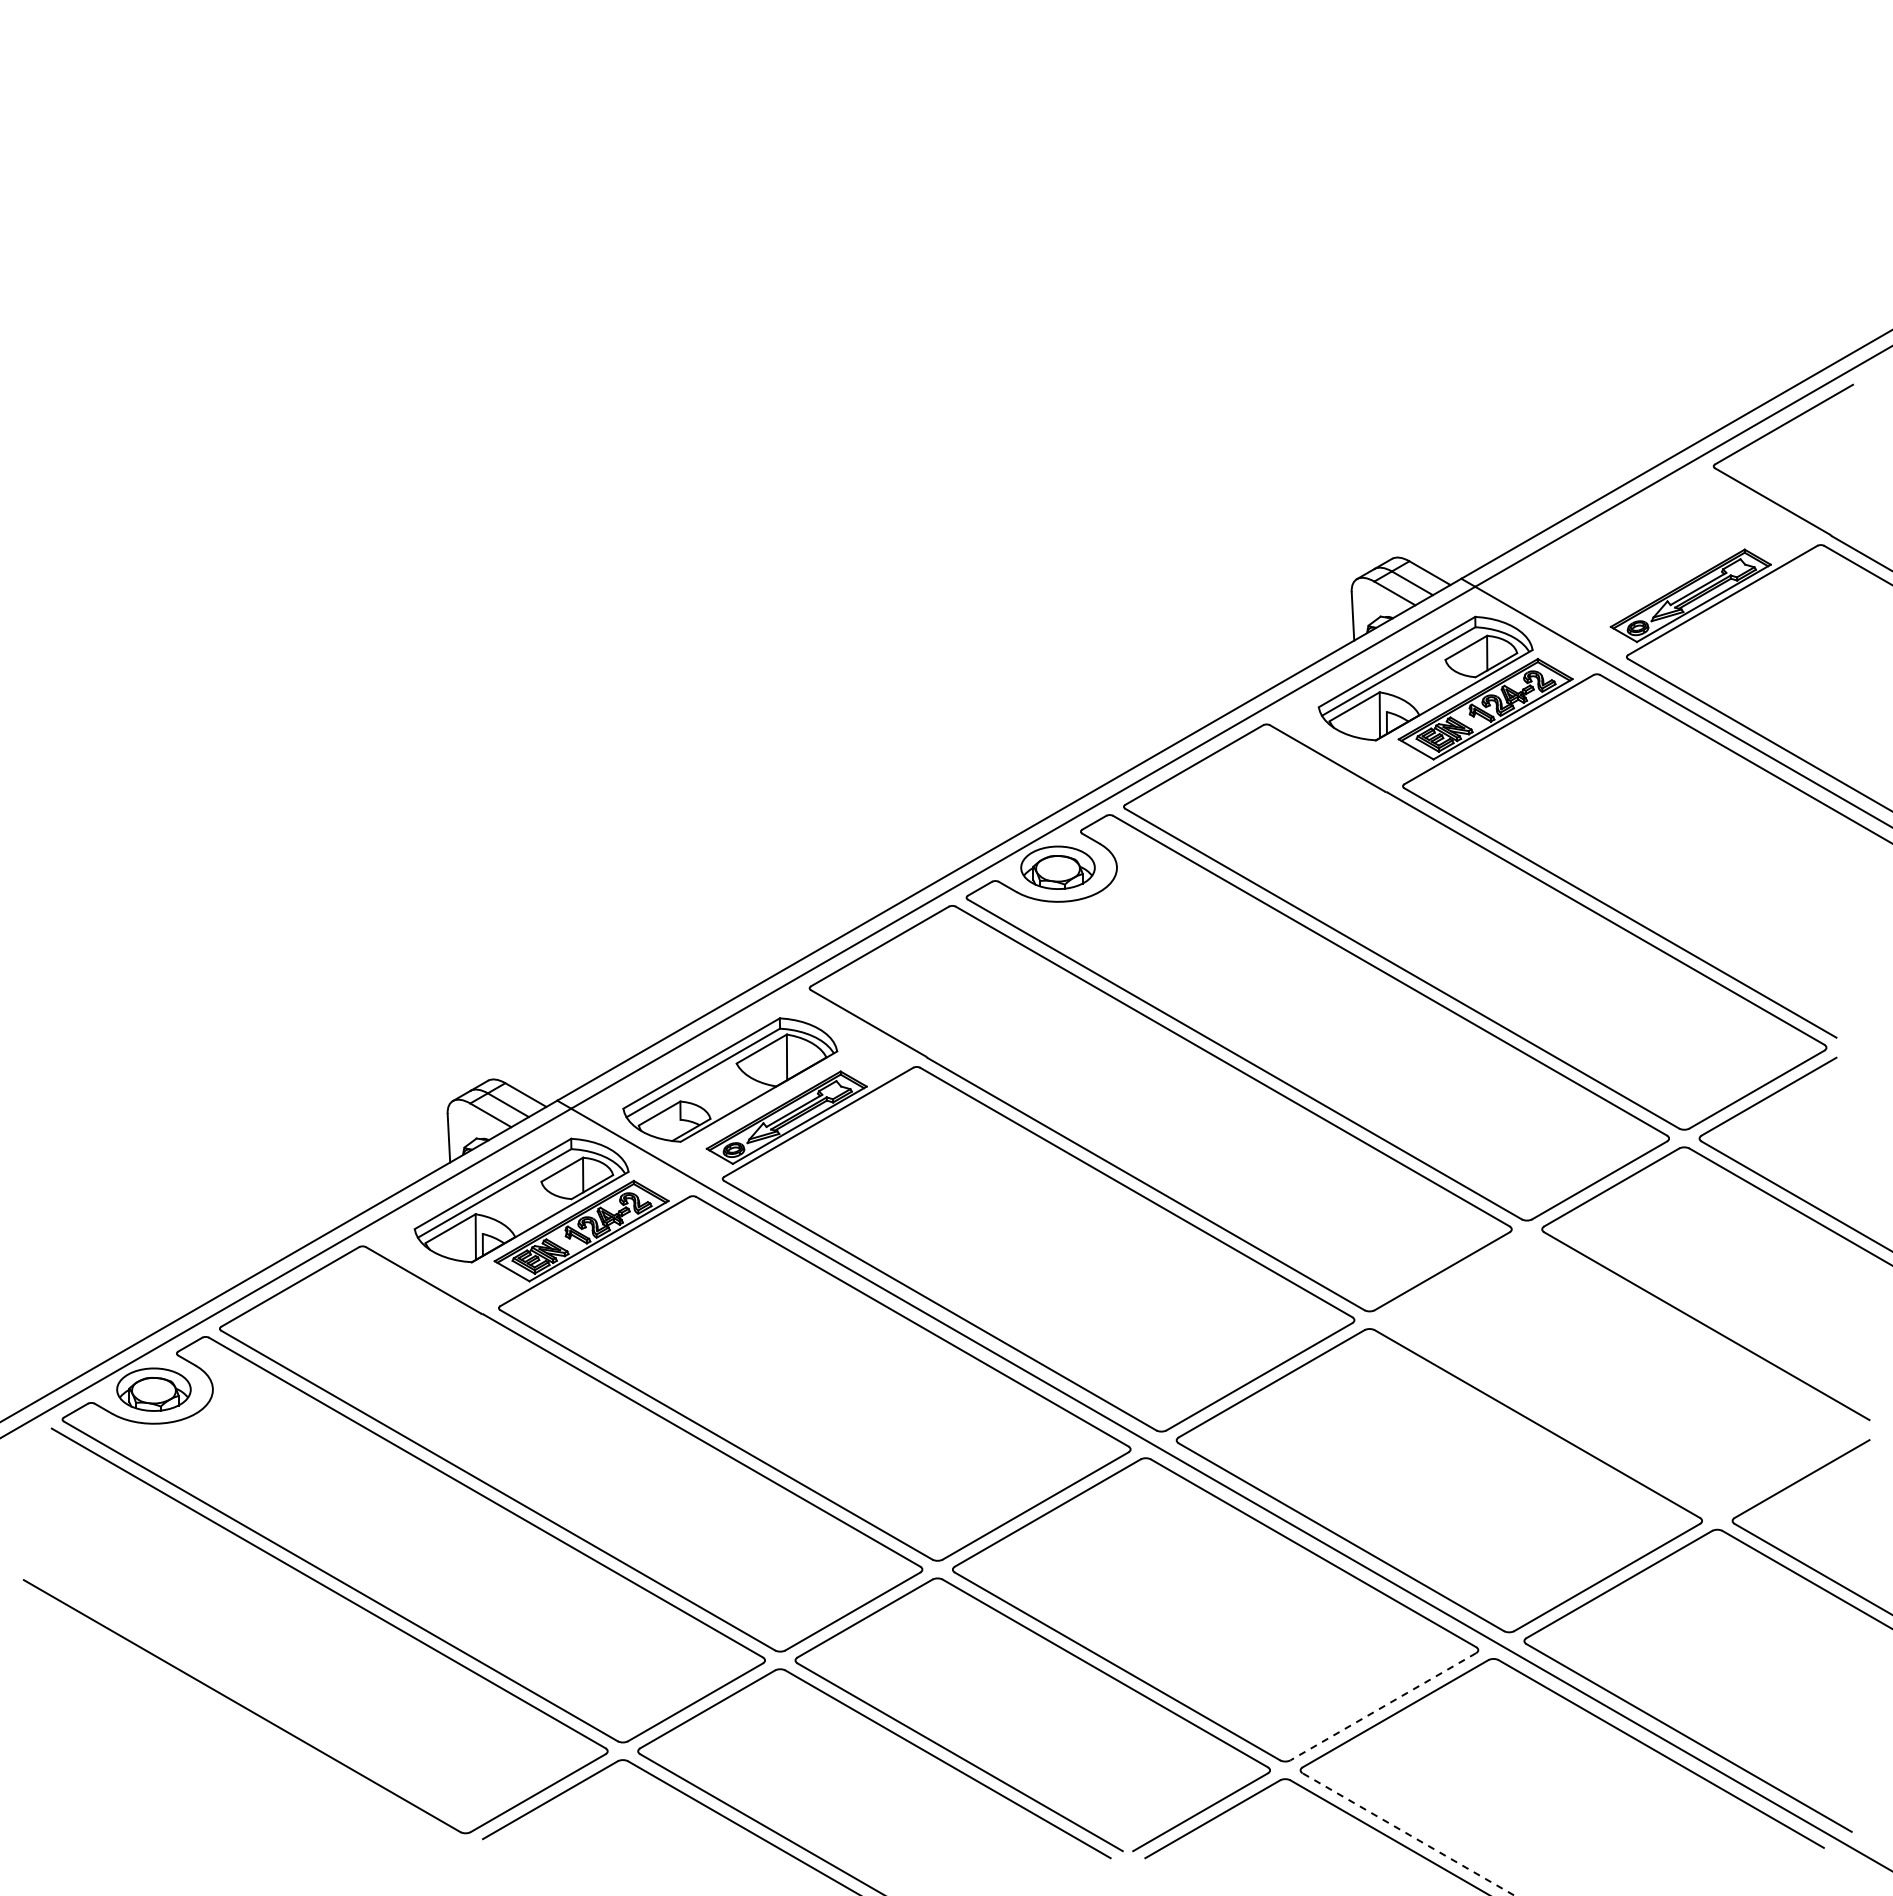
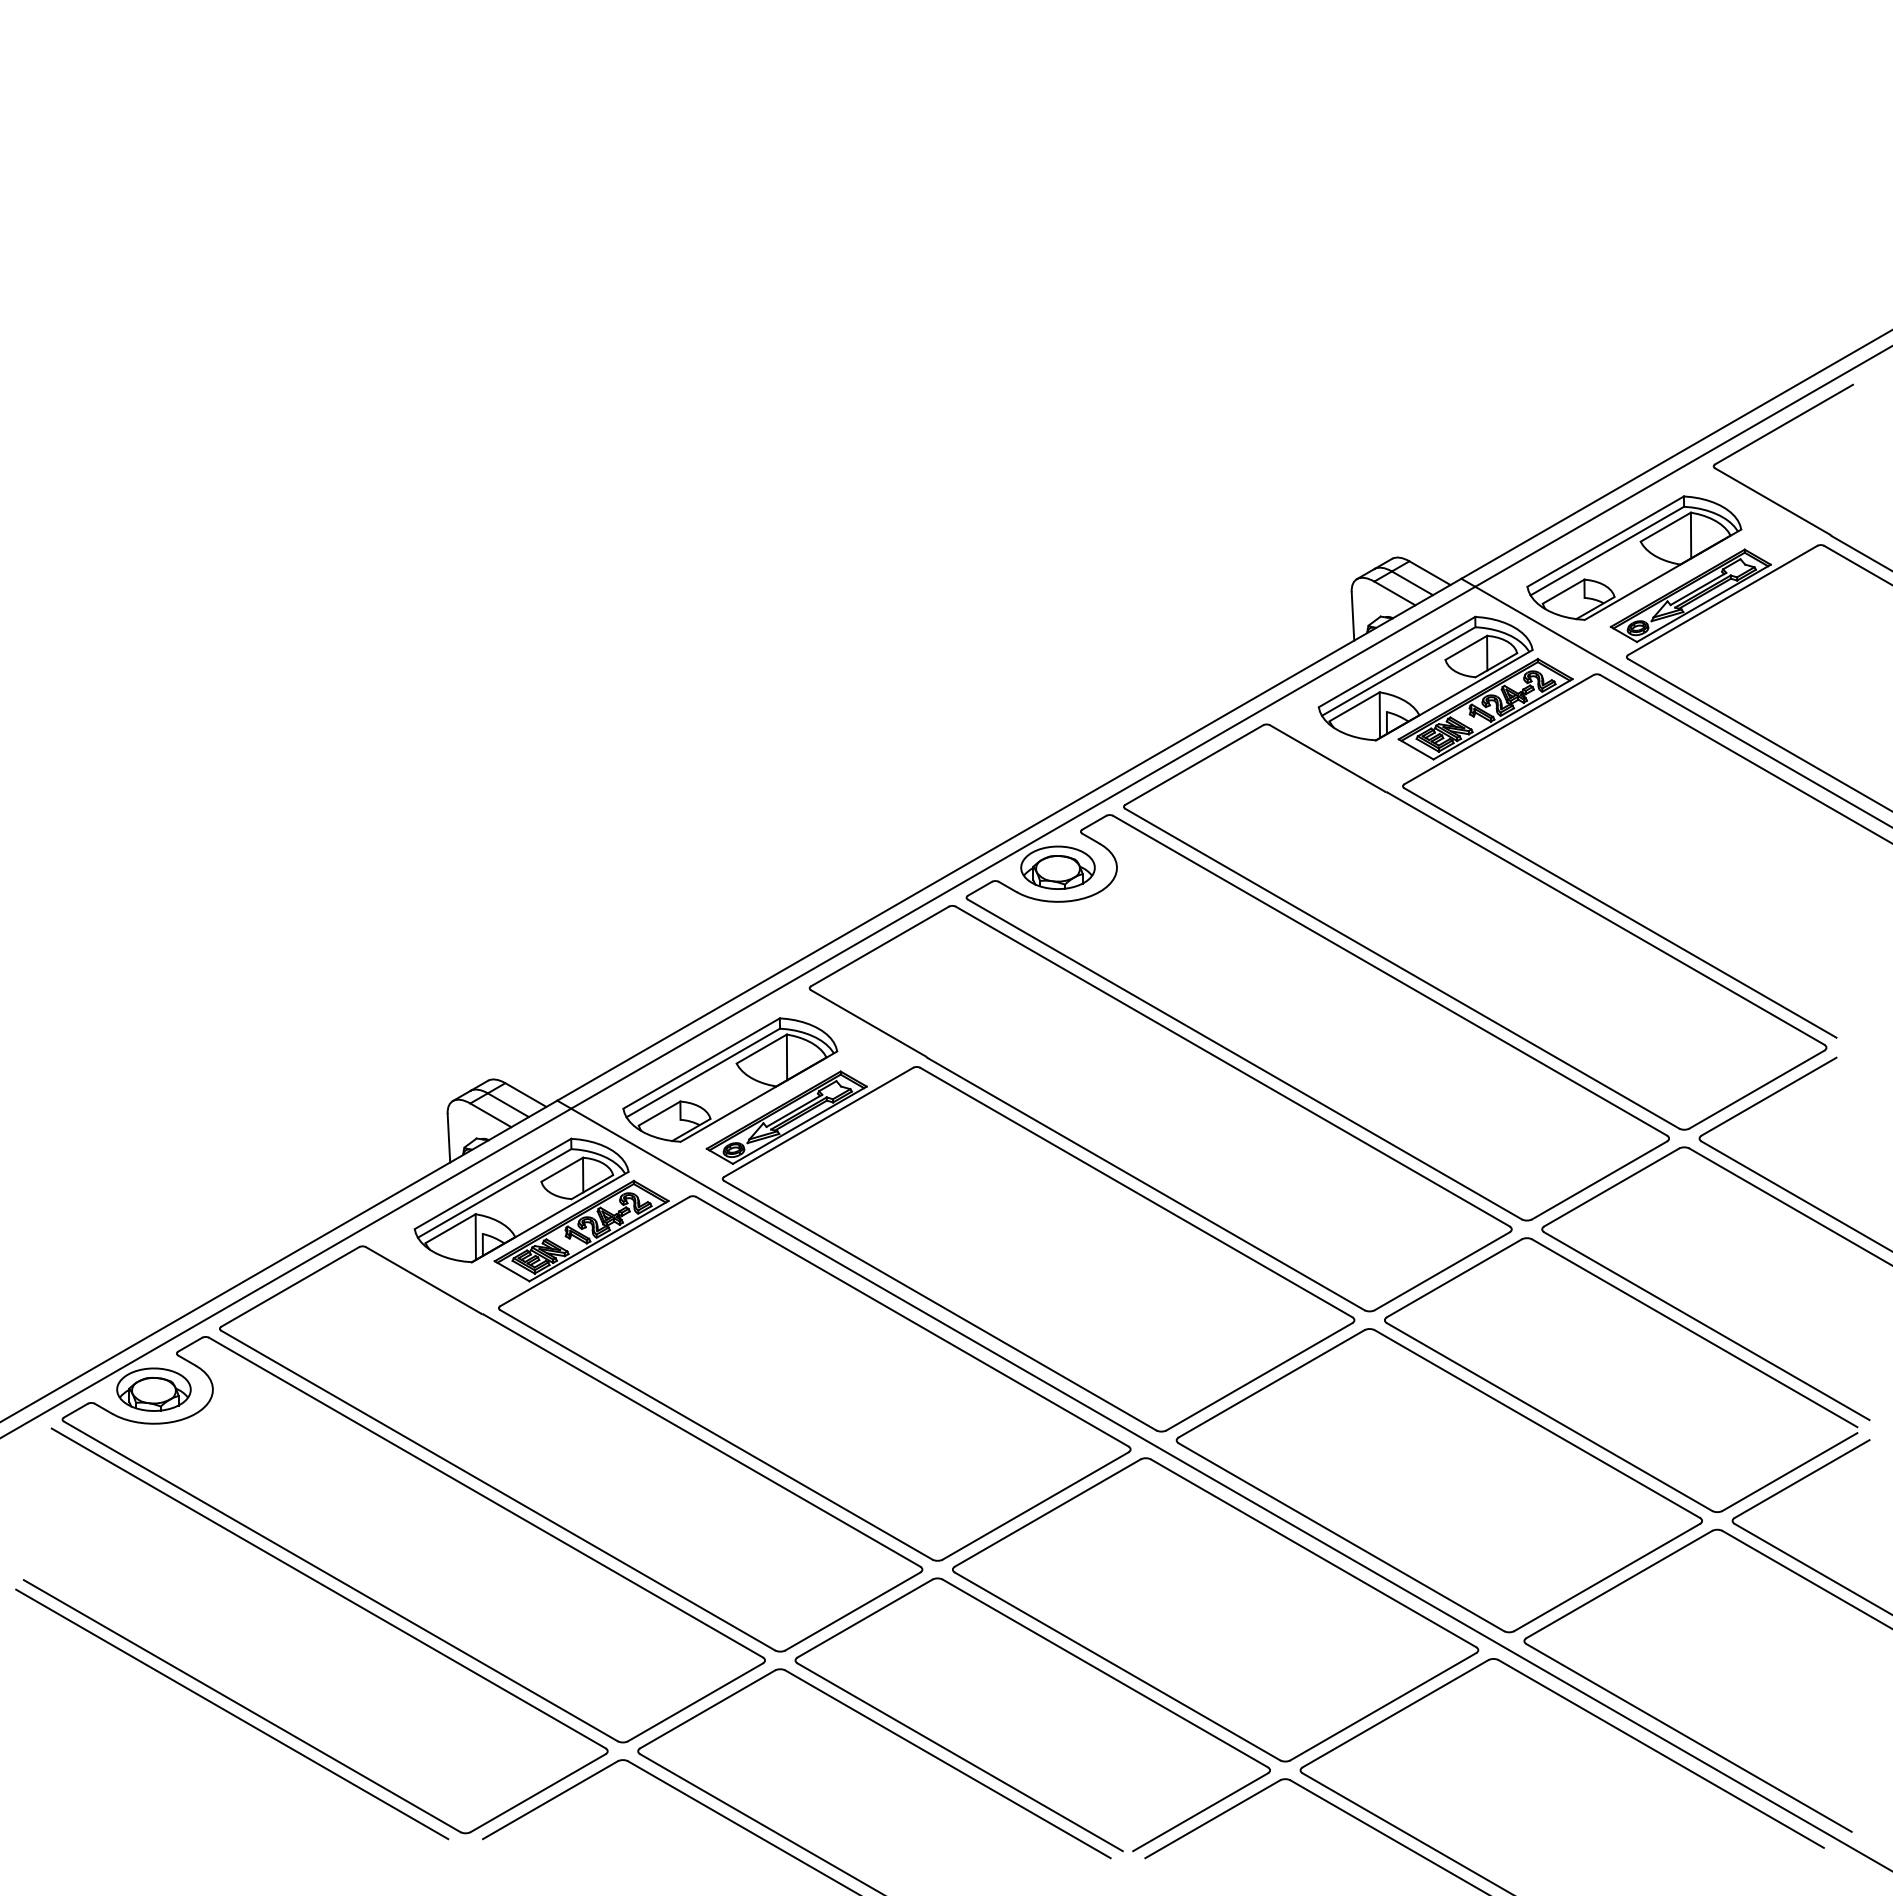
part at (1634, 557): none -> present
part at (1654, 1311): none -> present
line at (1382, 1707): dashed -> solid
line at (232, 1714): none -> present
line at (1408, 1834): dashed -> solid
